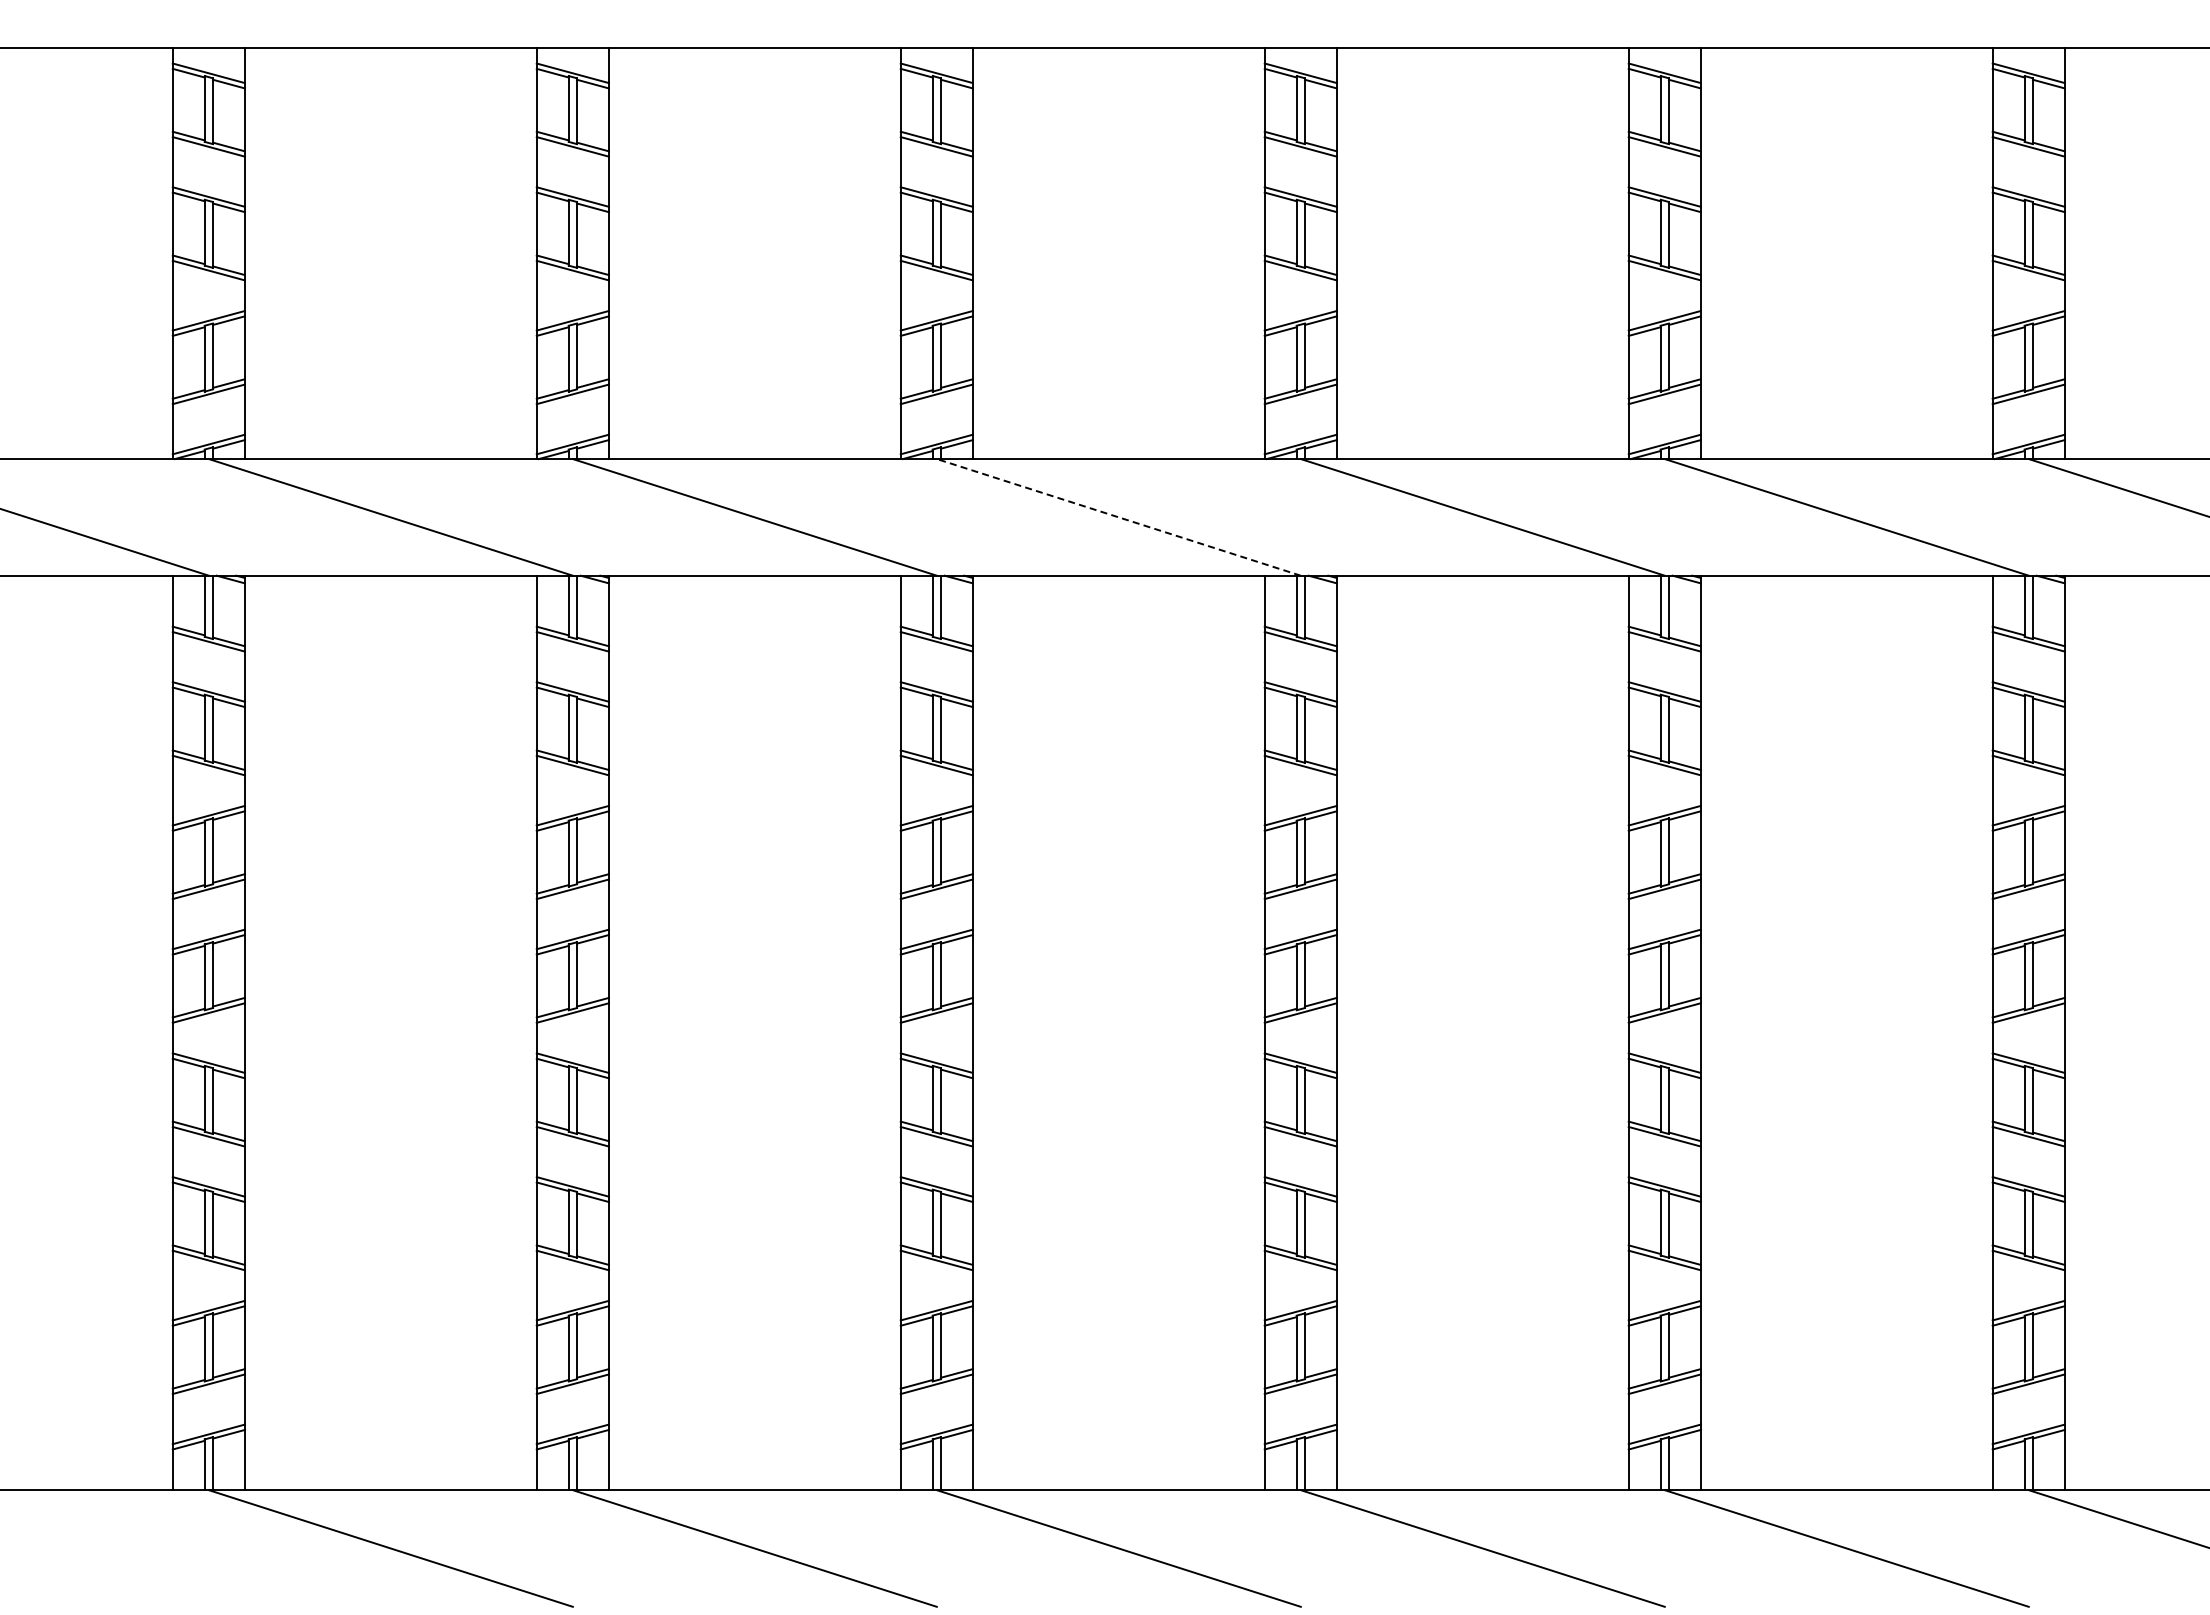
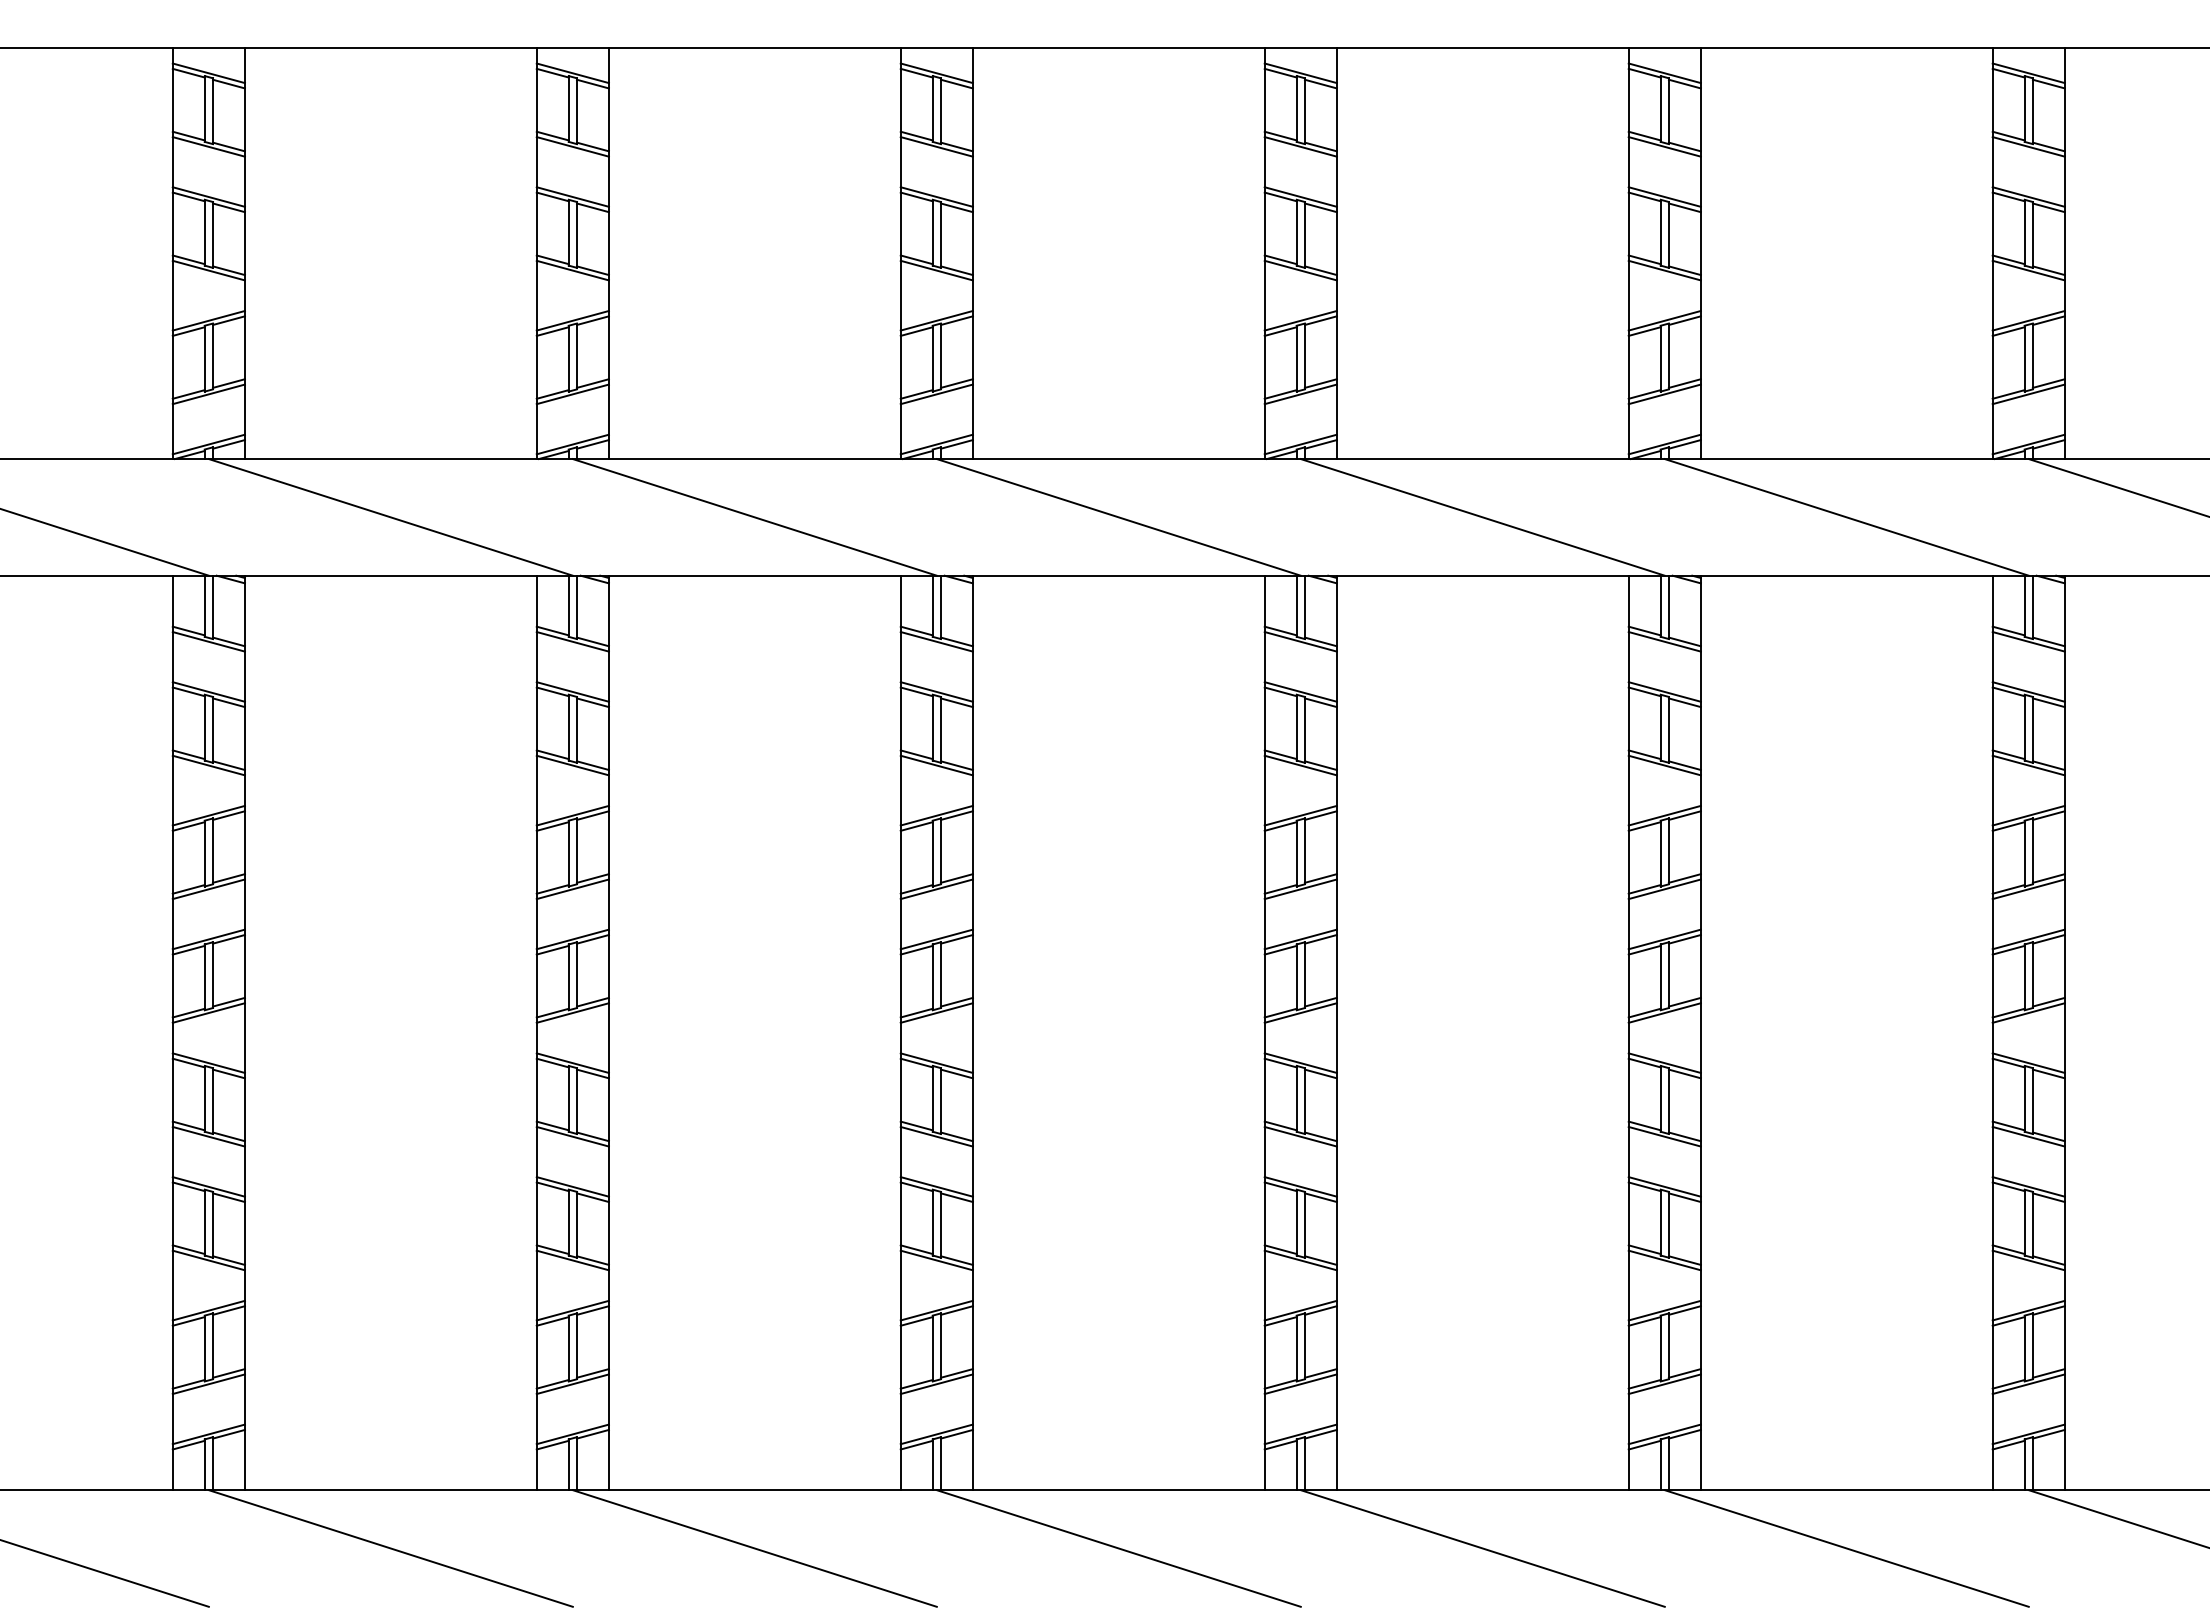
line at (1118, 517): dashed -> solid
line at (105, 1573): none -> present
